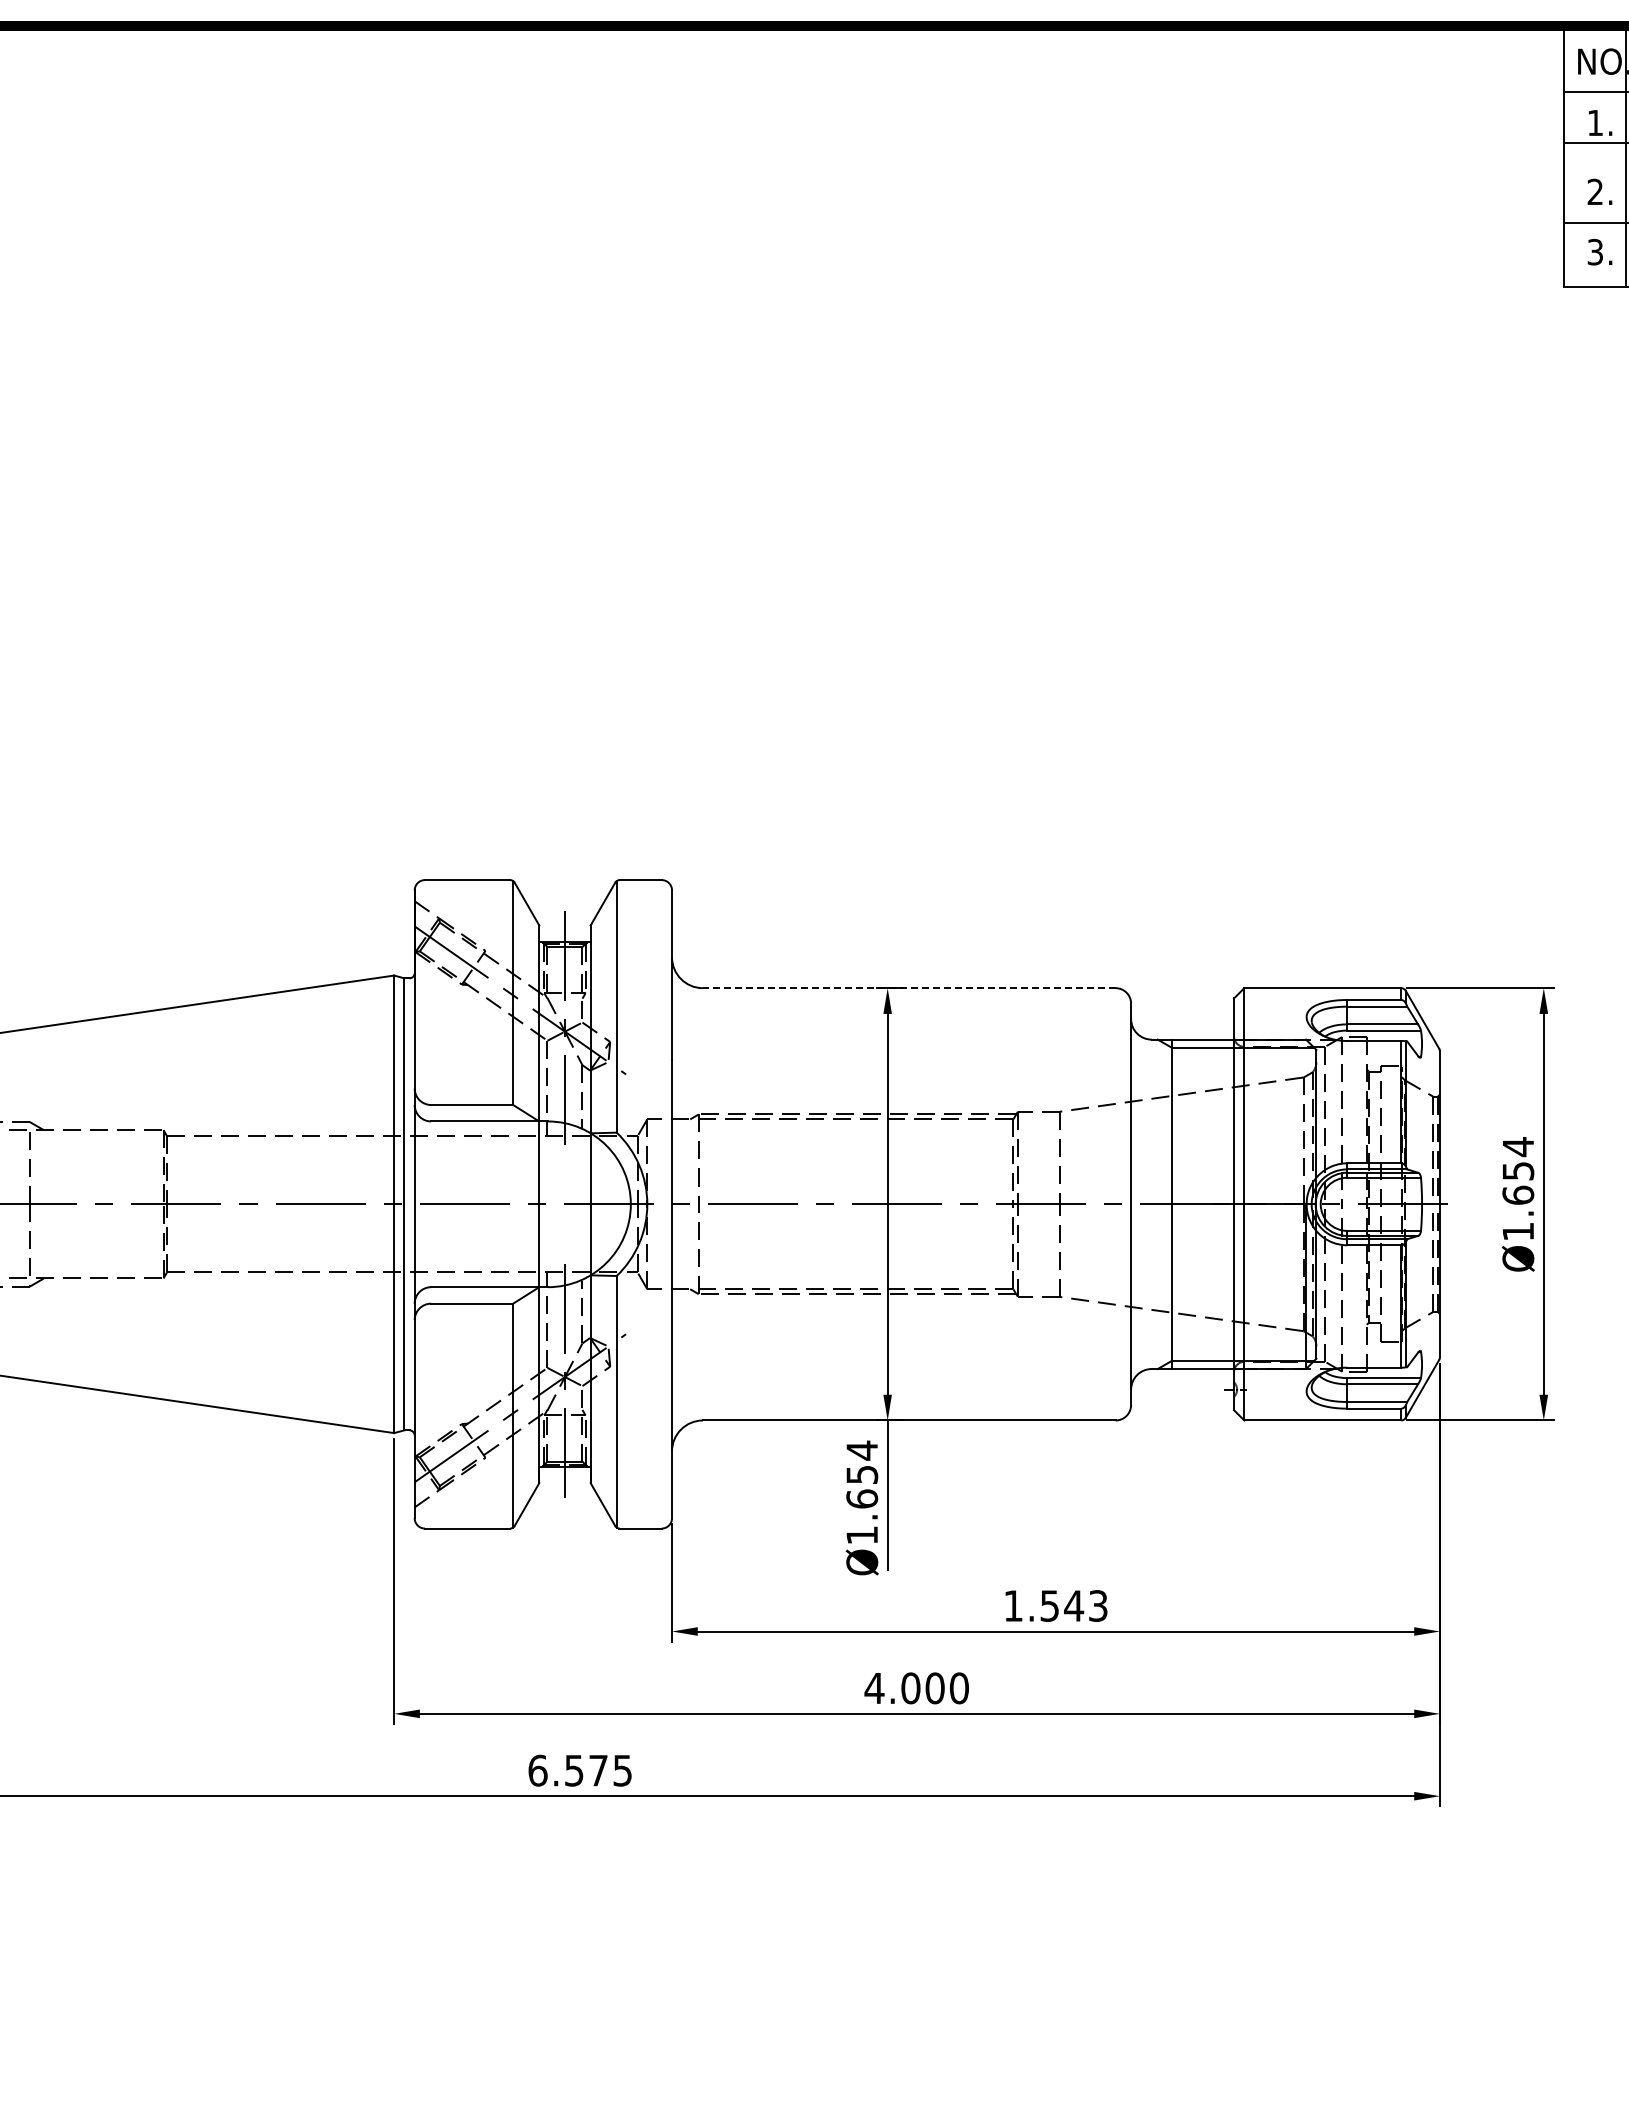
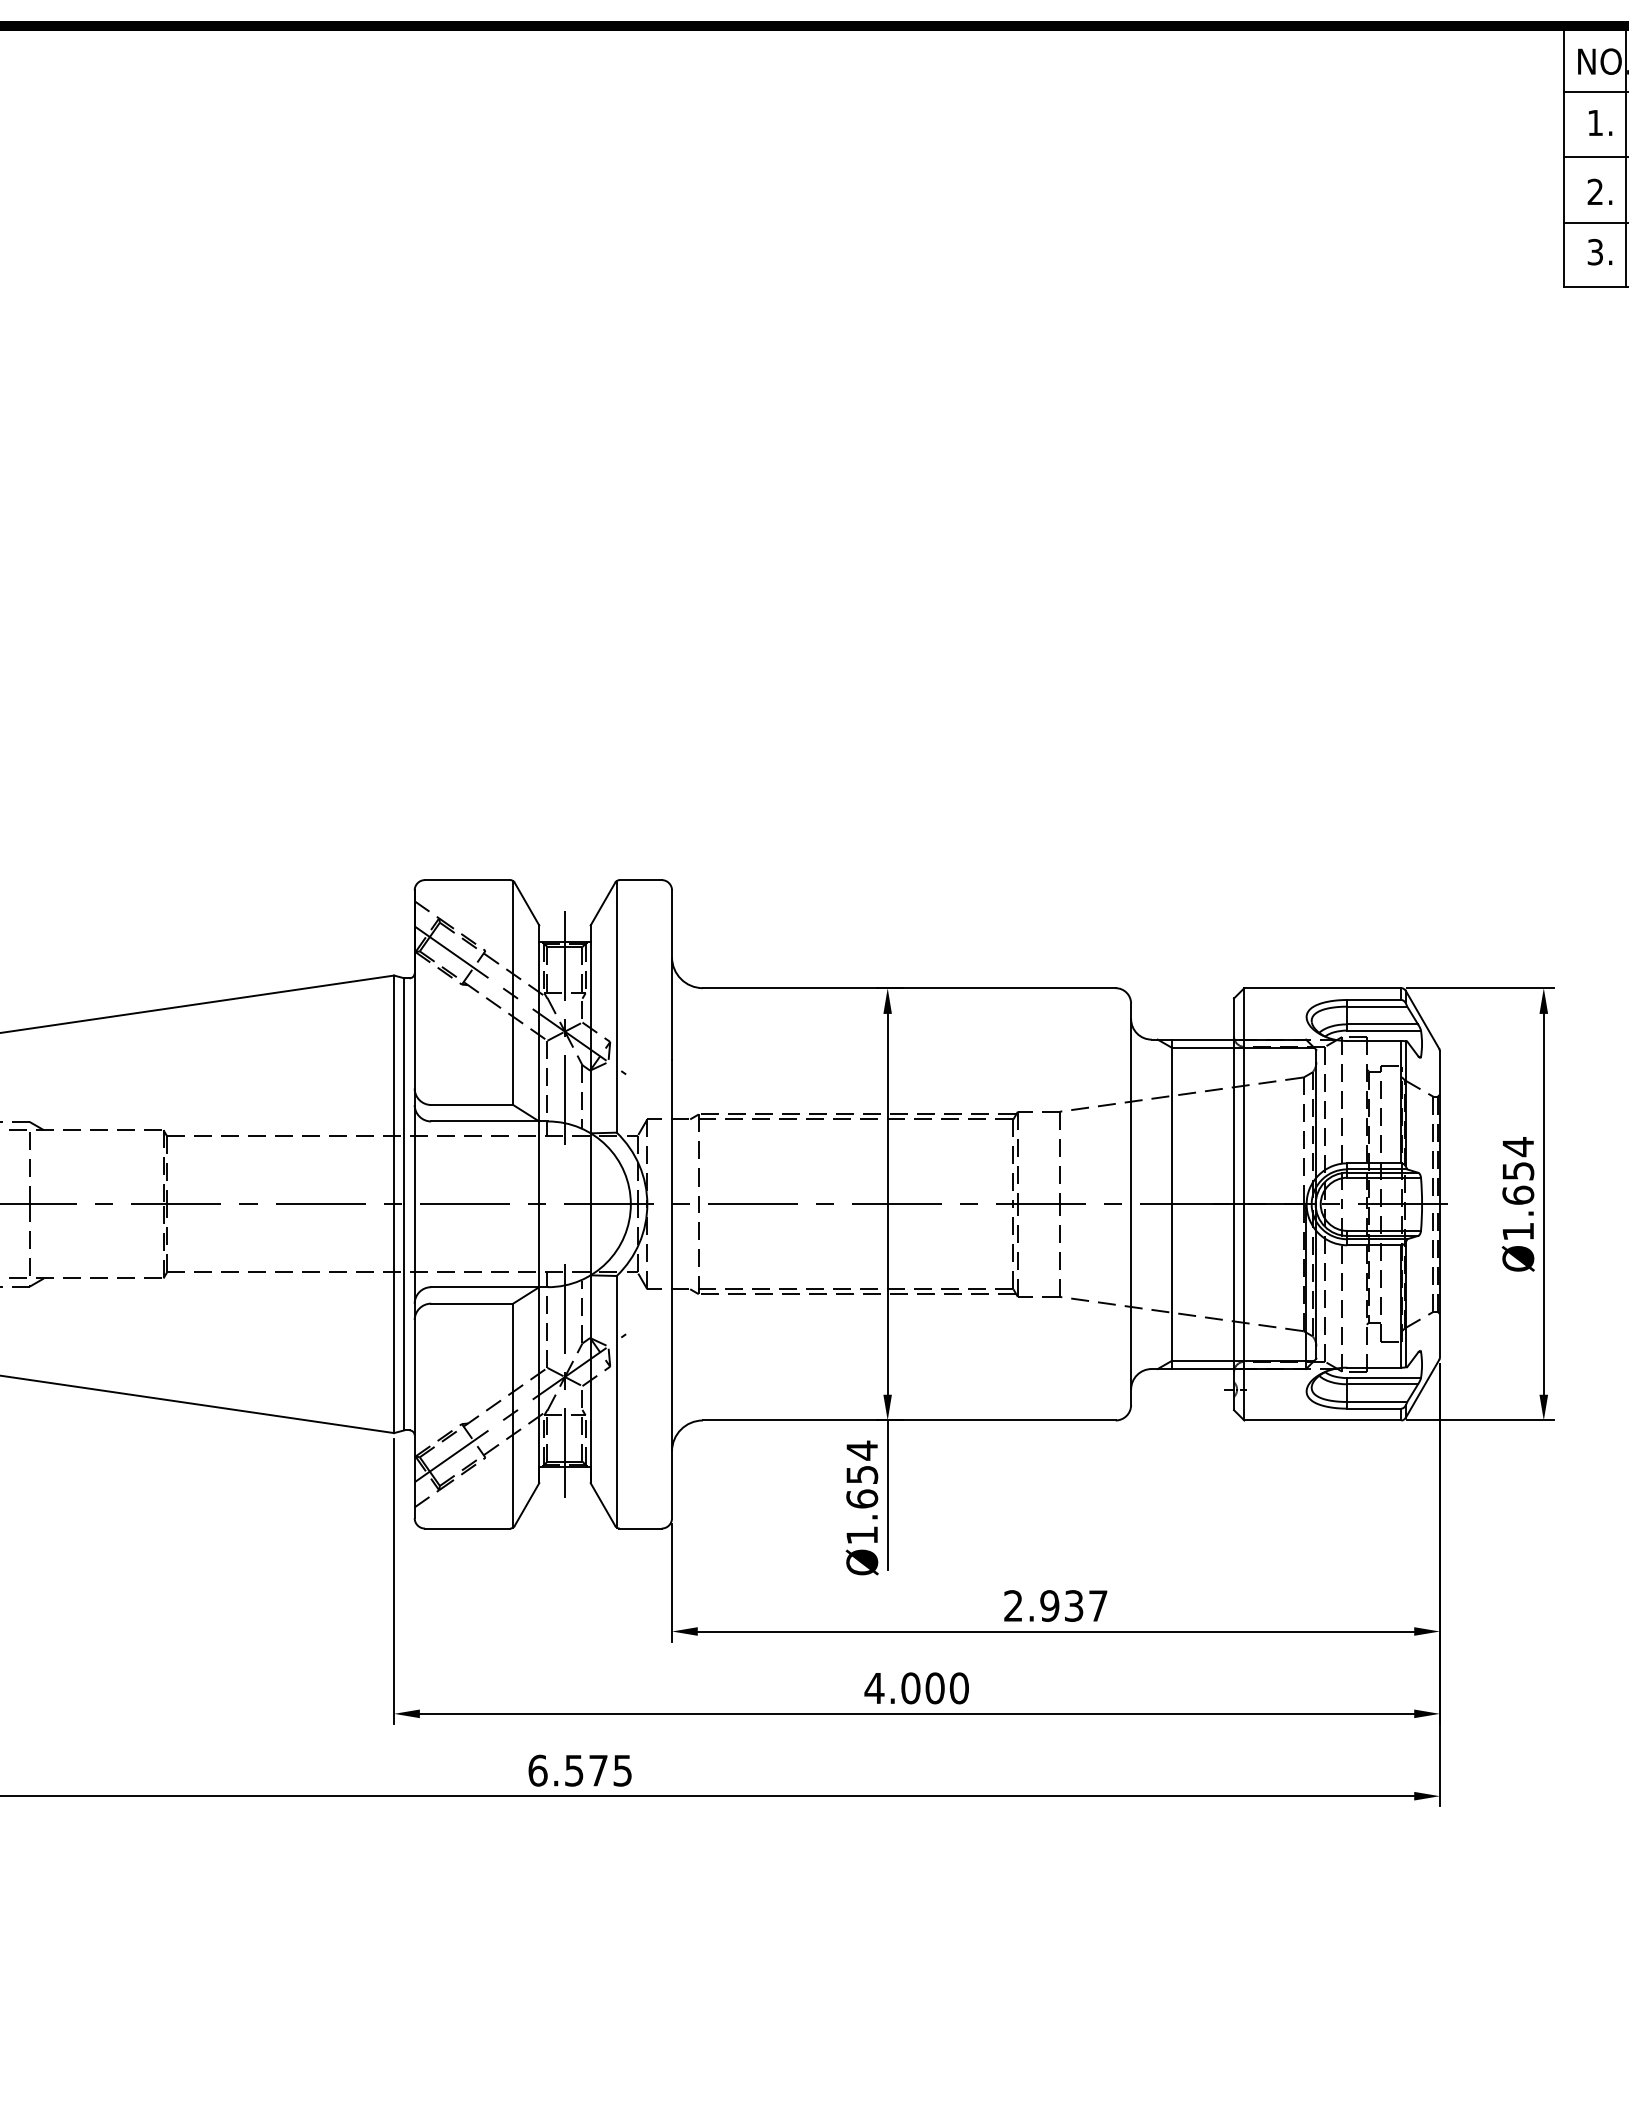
line at (1594, 143) position: (1594, 143) -> (1594, 157)
line at (908, 988): dashed -> solid
text at (1055, 1605): 1.543 -> 2.937
